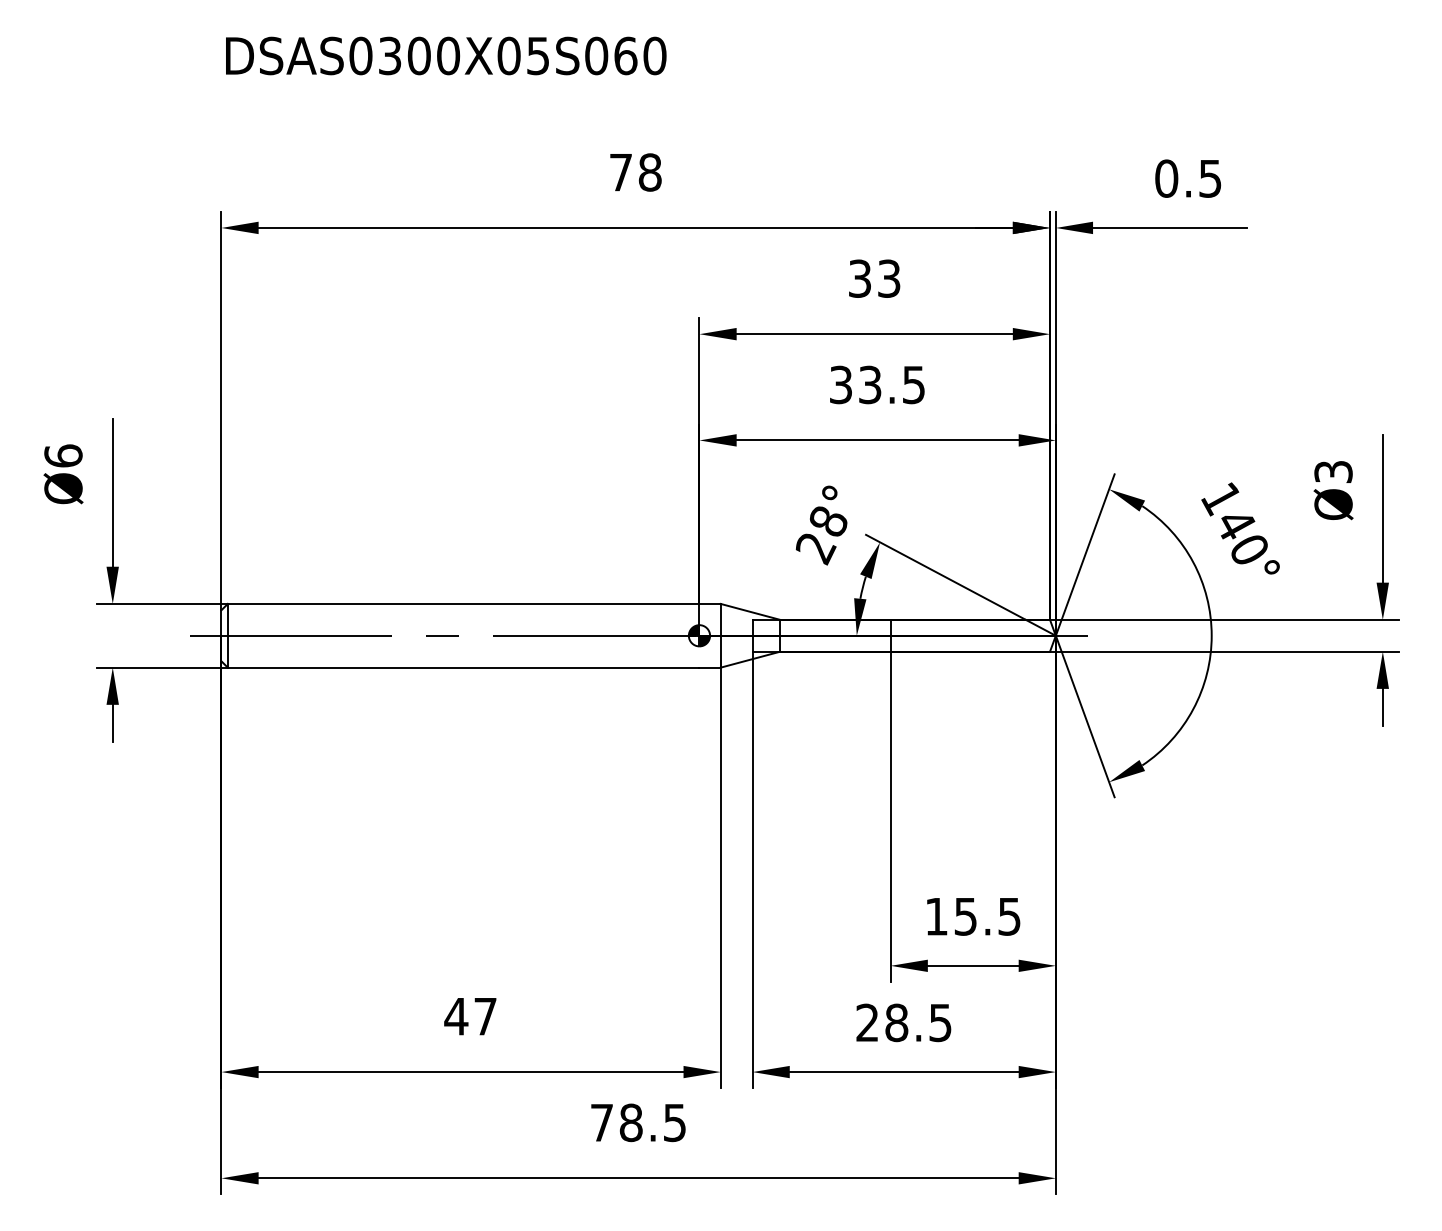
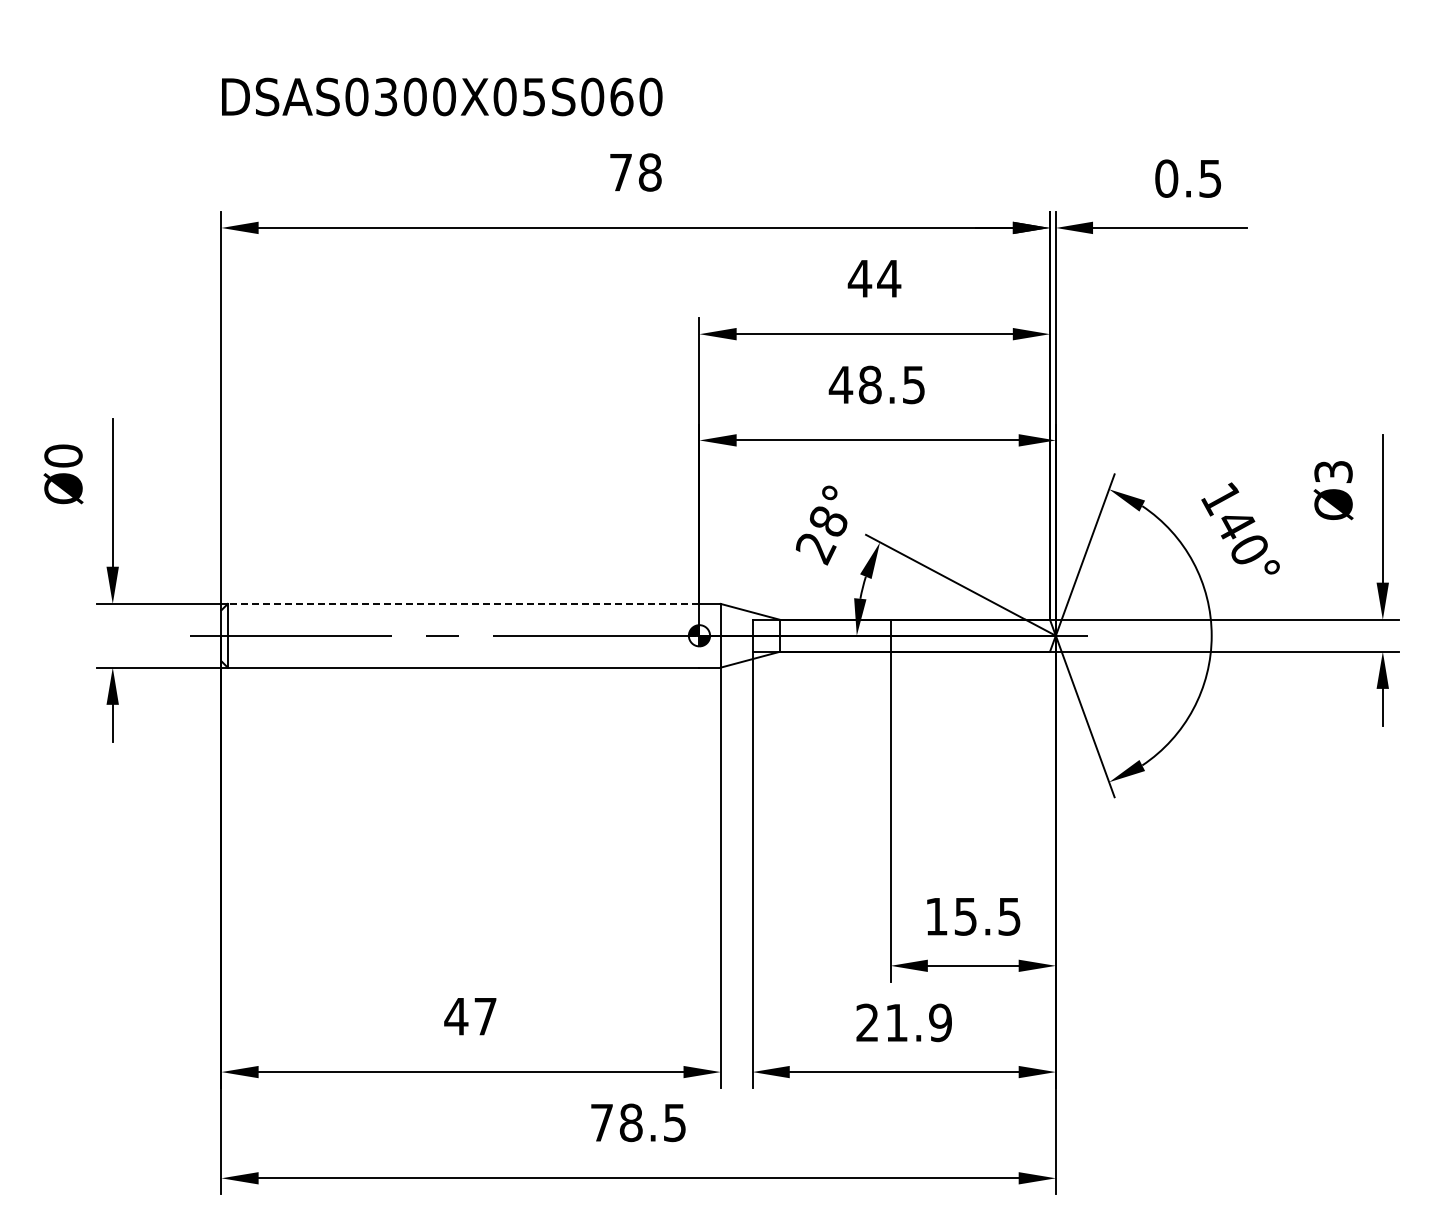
text at (446, 55) position: (446, 55) -> (442, 96)
text at (874, 278): 33 -> 44
text at (854, 384): 33.5 -> 48.5
text at (63, 455): Ø6 -> Ø0
line at (463, 603): solid -> dashed
text at (918, 1022): 28.5 -> 21.9
